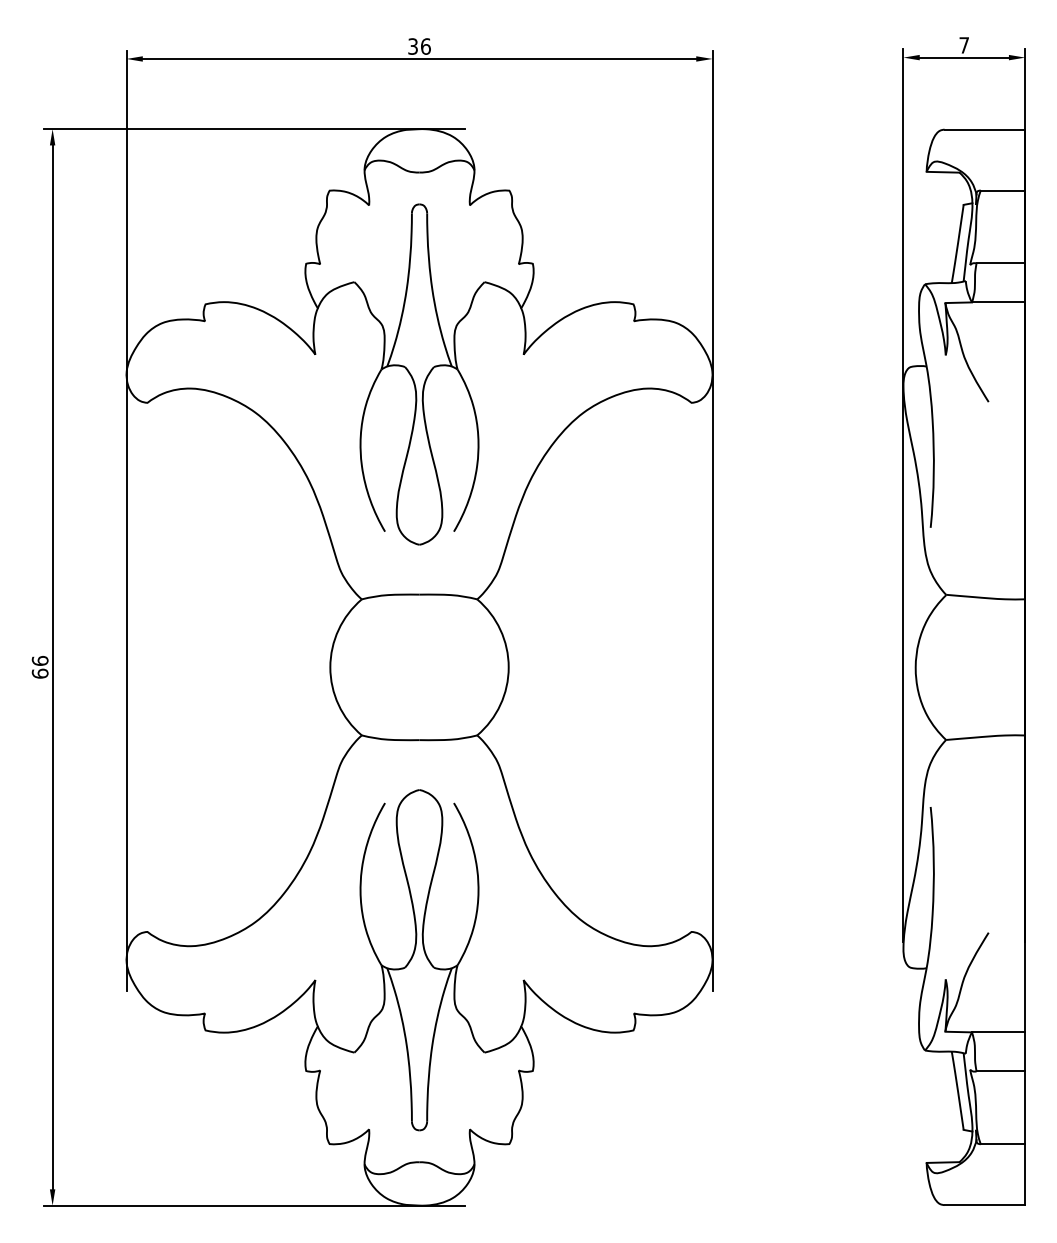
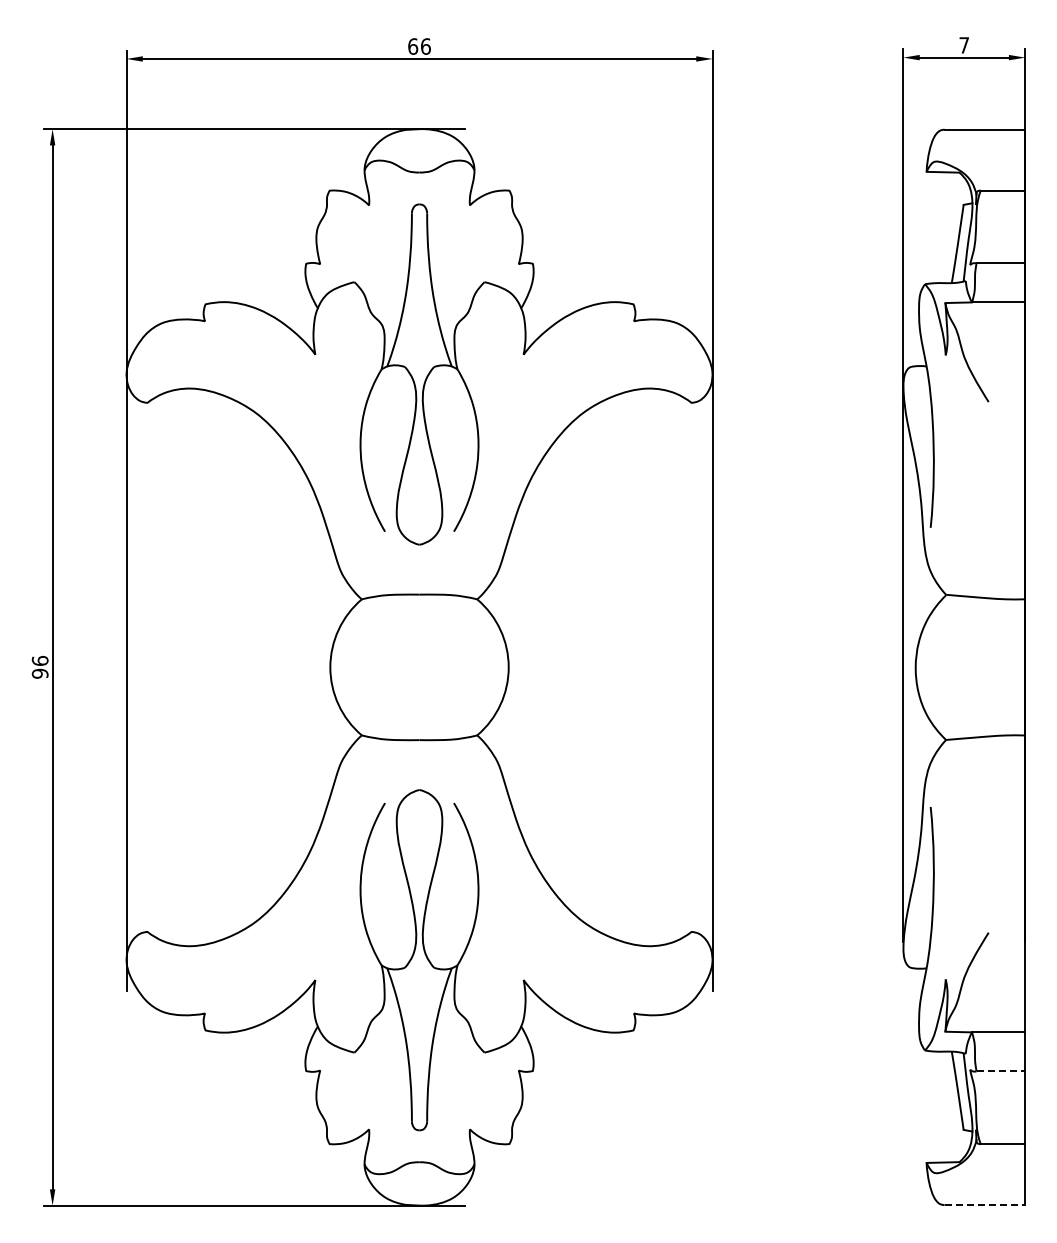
text at (413, 46): 36 -> 66
text at (39, 673): 66 -> 96
line at (1001, 1071): solid -> dashed
line at (985, 1205): solid -> dashed
